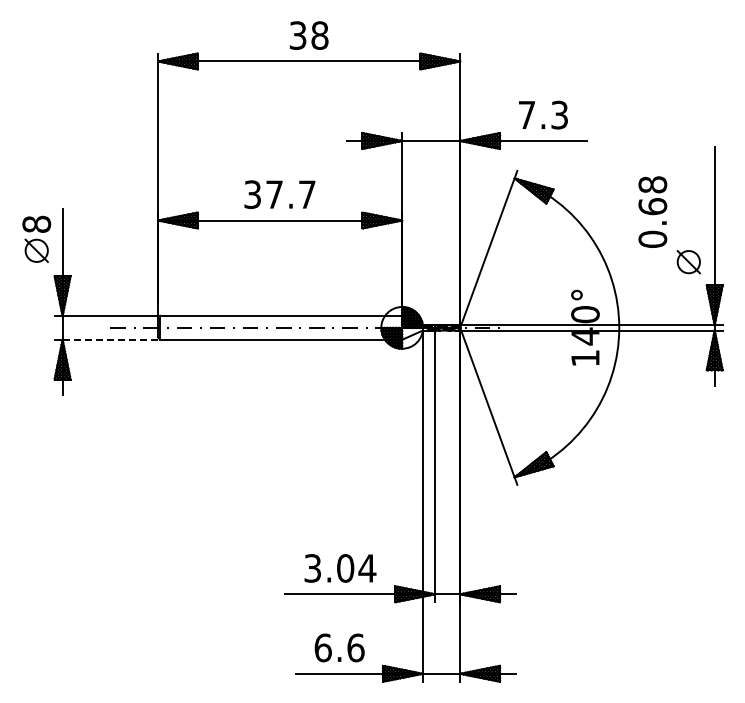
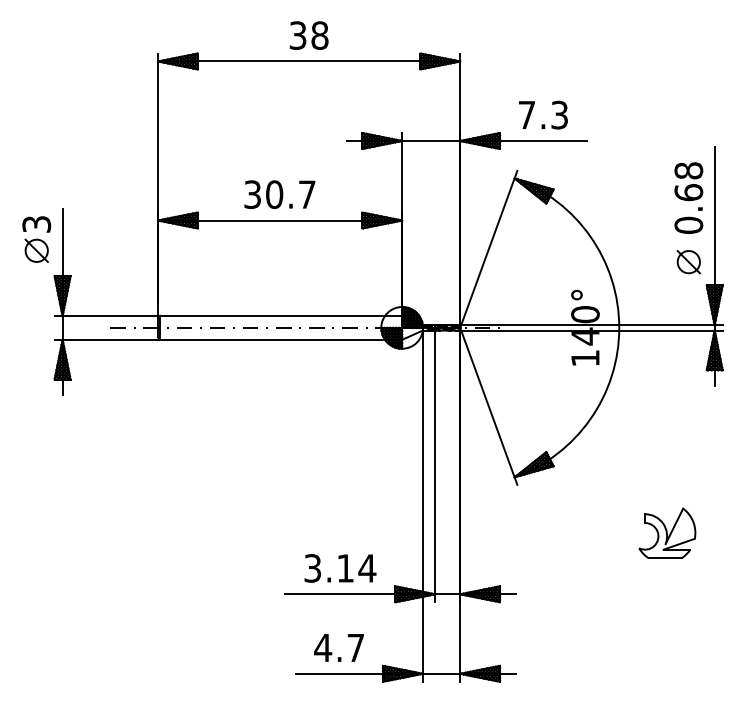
text at (274, 194): 37.7 -> 30.7
text at (652, 211) position: (652, 211) -> (688, 197)
text at (36, 223): 8 -> 3
line at (110, 339): dashed -> solid
part at (667, 532): none -> present
text at (345, 568): 3.04 -> 3.14
text at (339, 647): 6.6 -> 4.7
